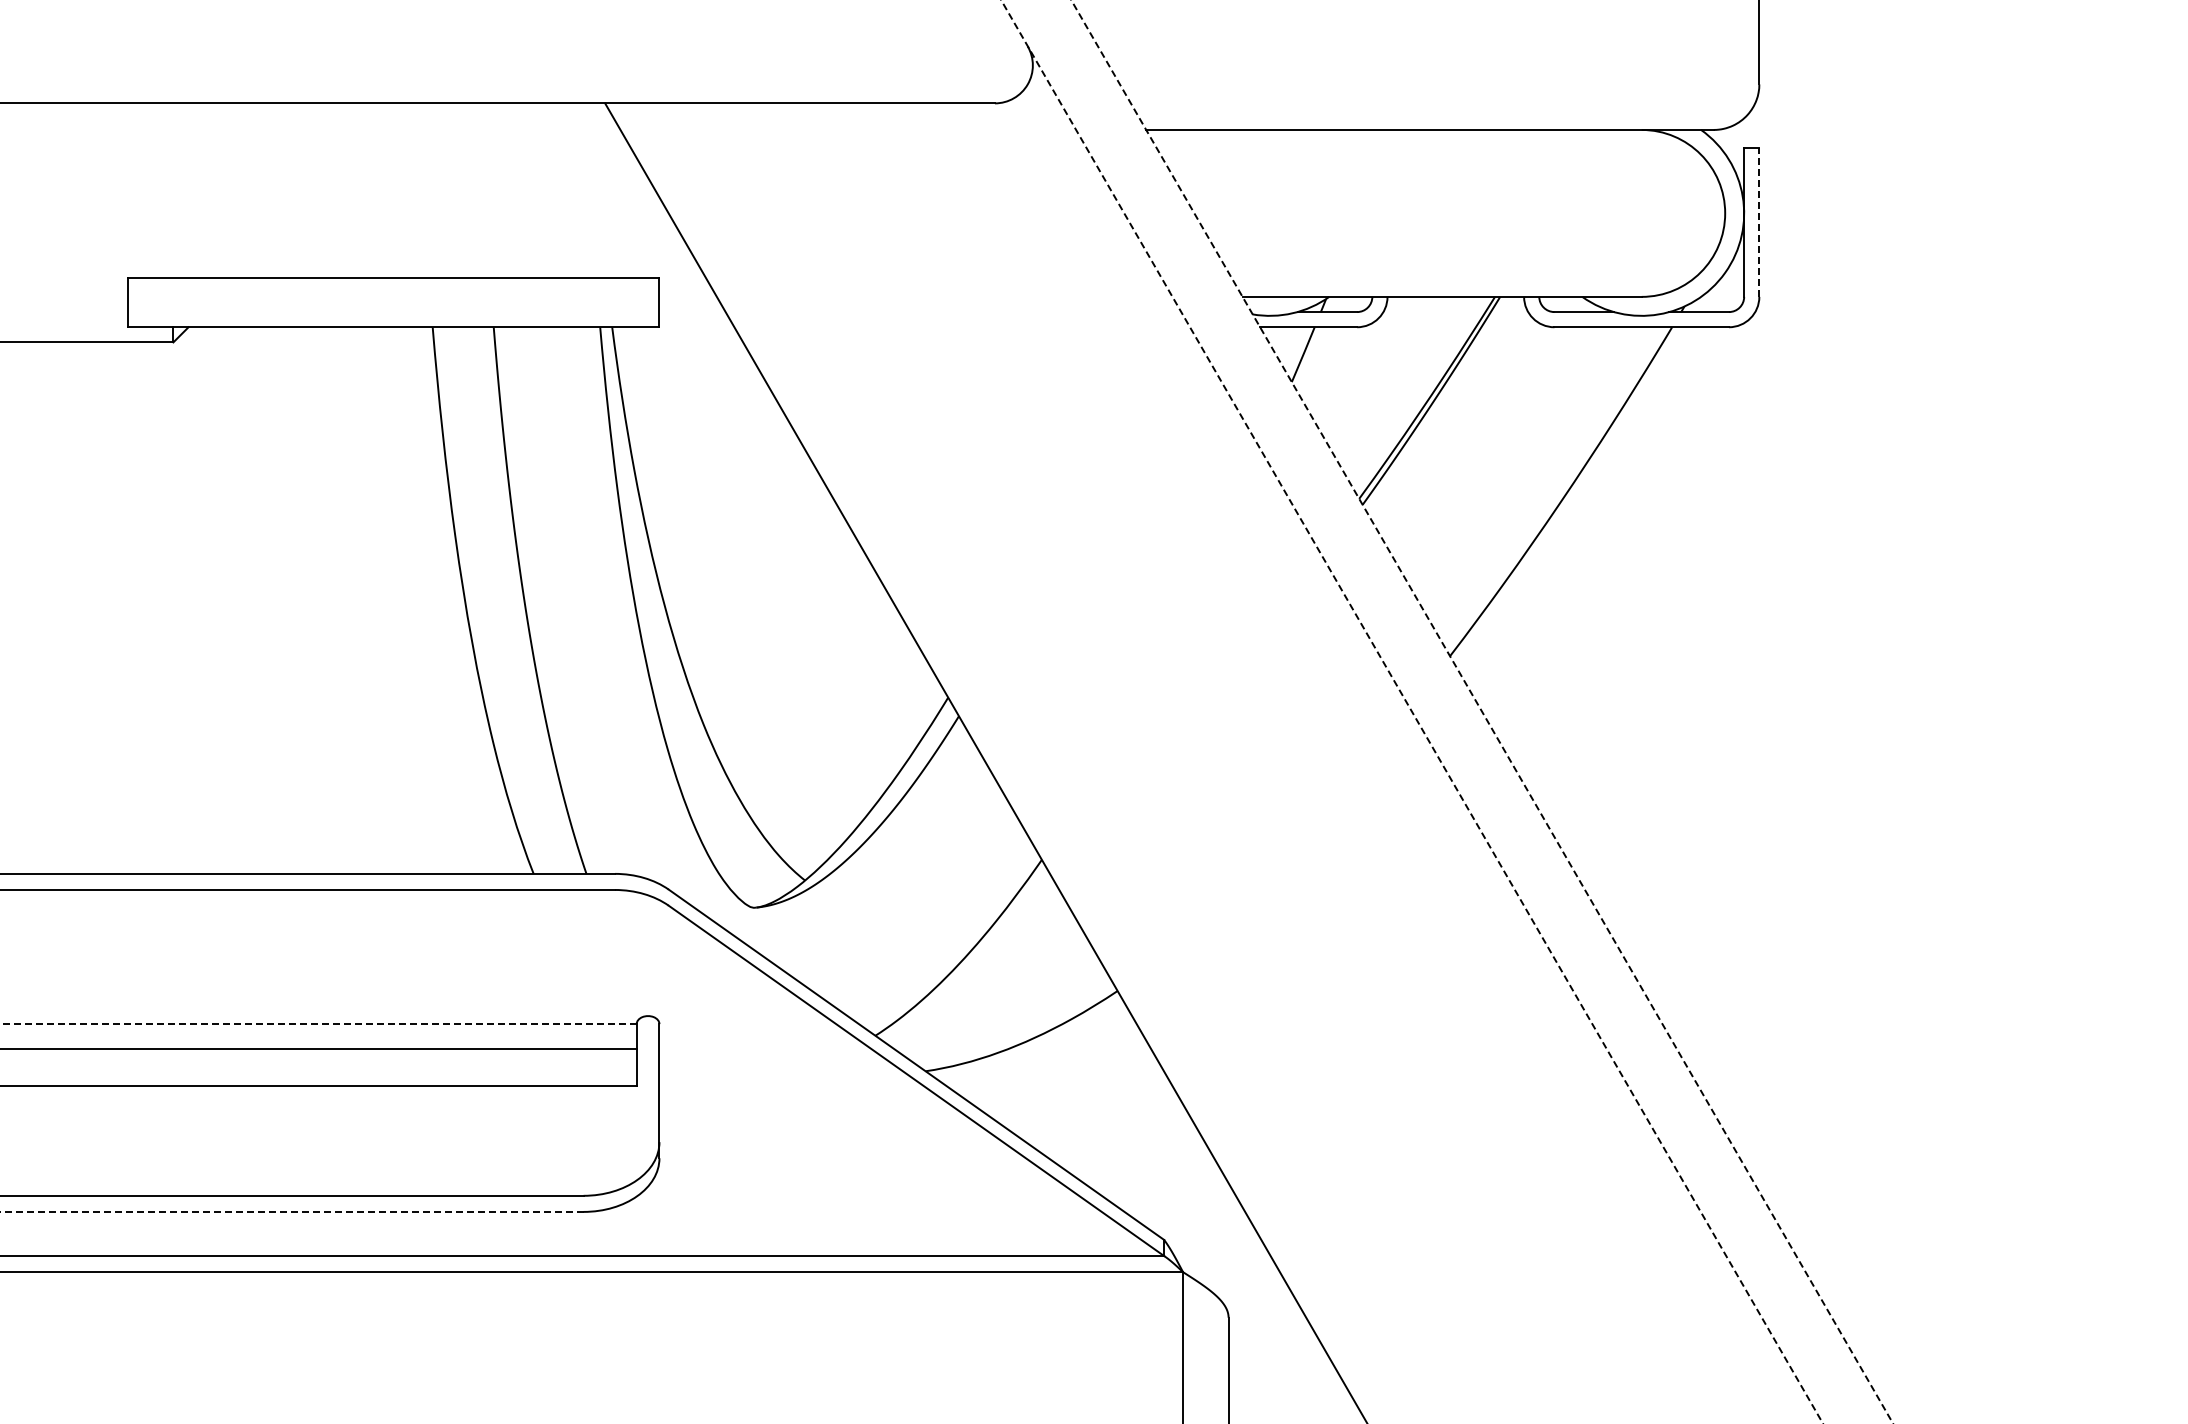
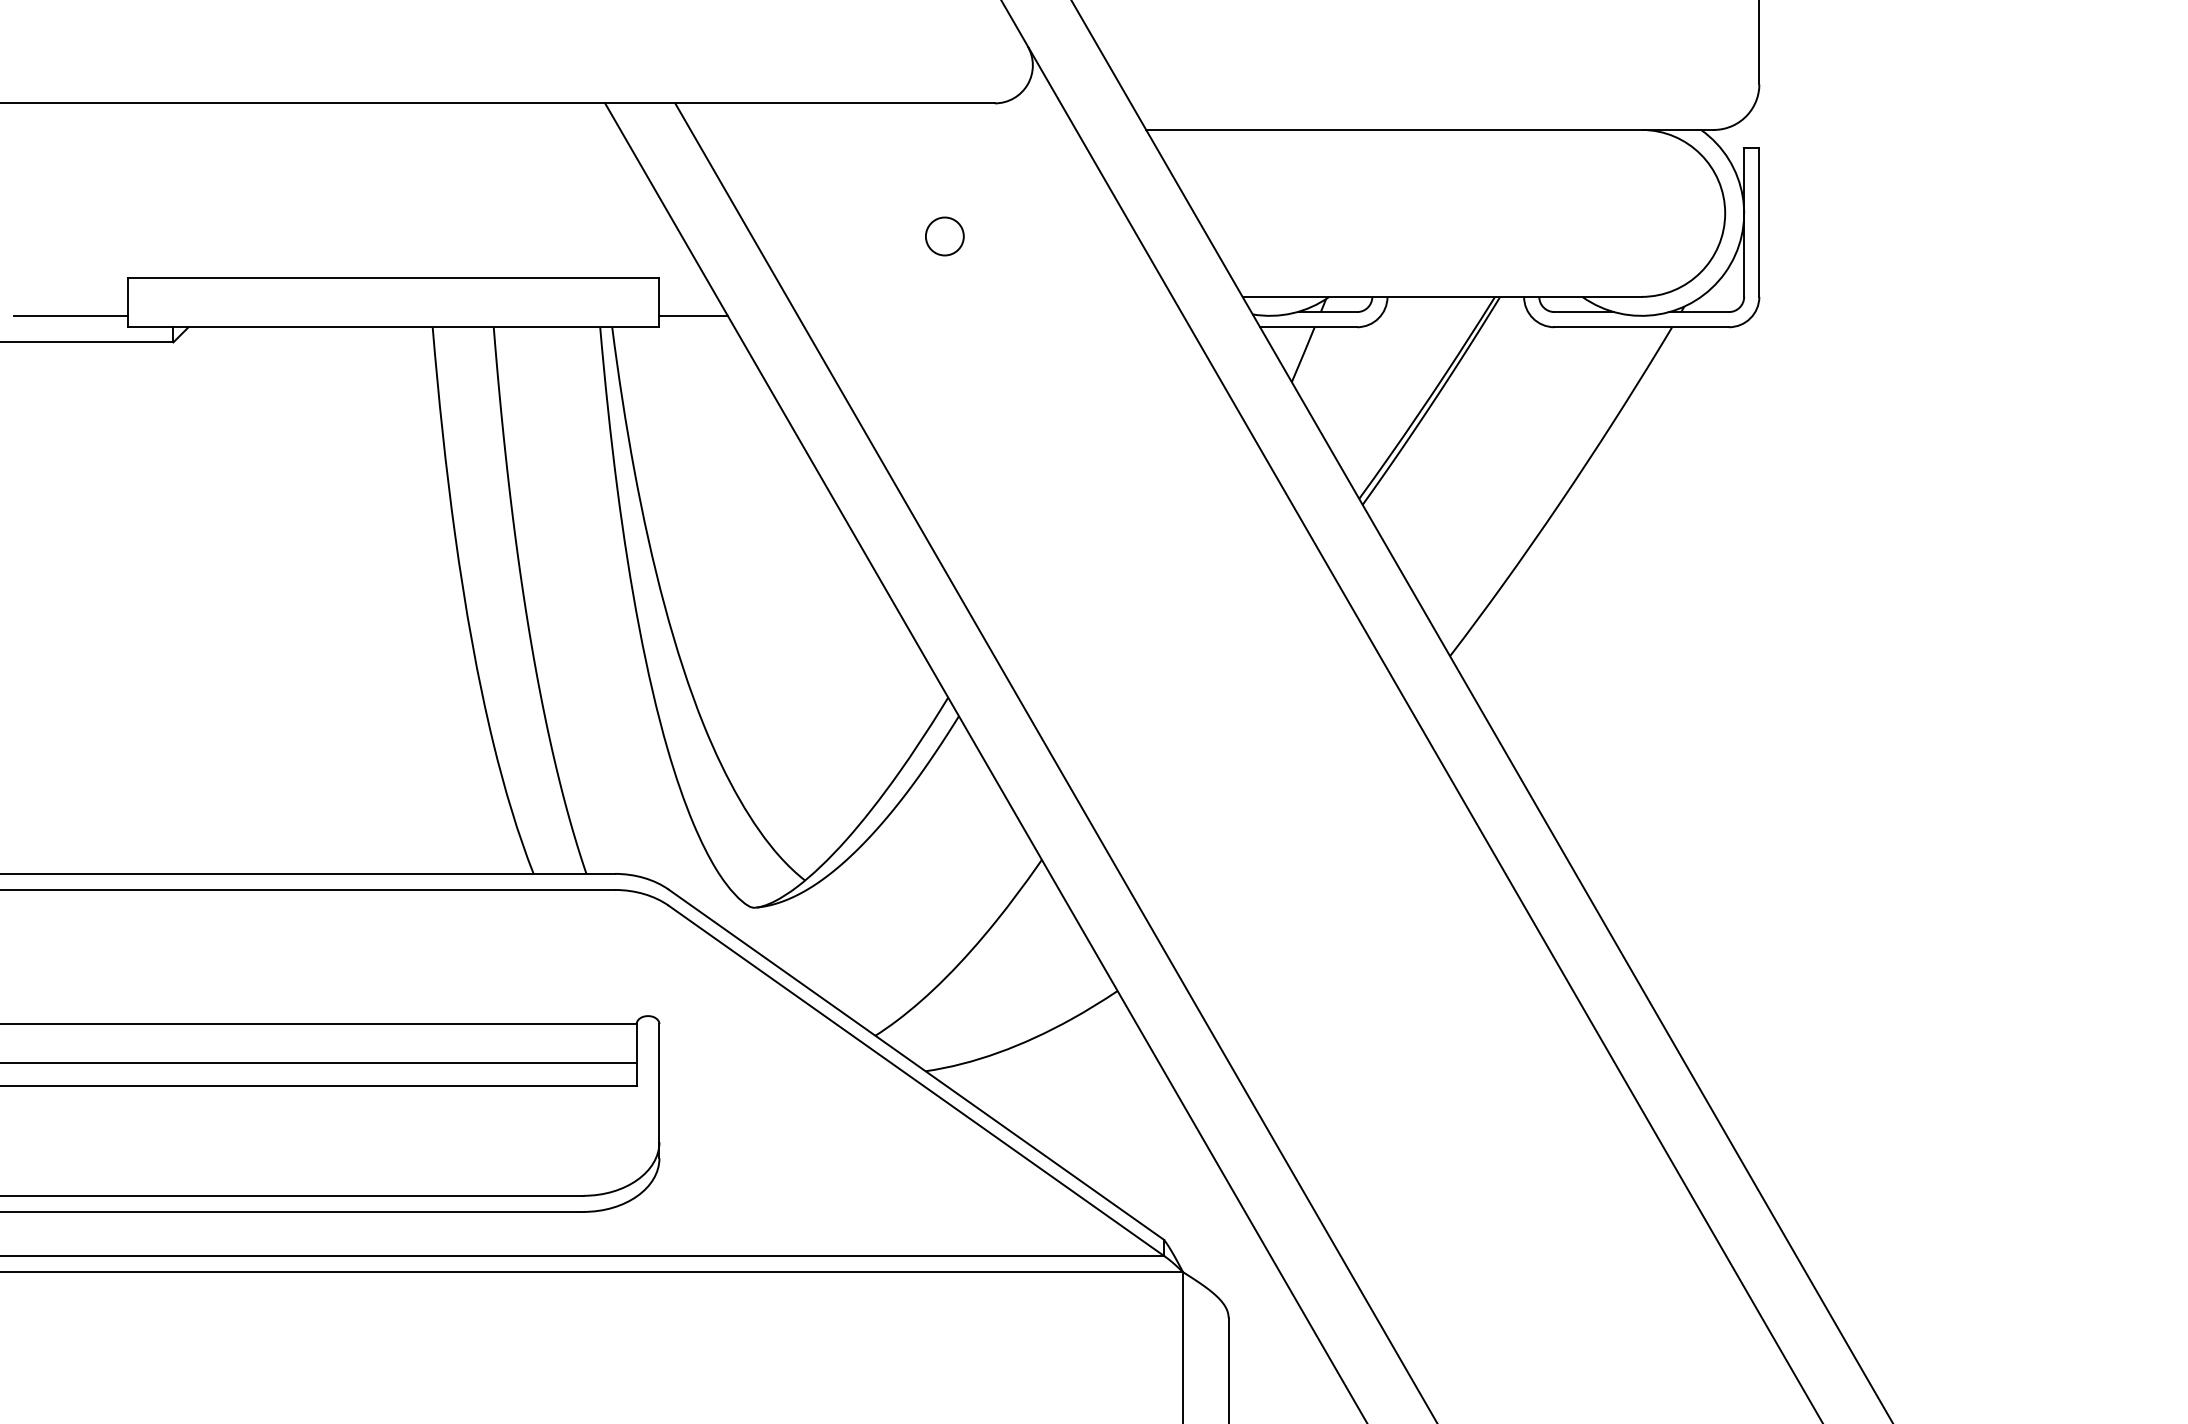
line at (1759, 222): dashed -> solid
circle at (944, 236): none -> present
line at (70, 315): none -> present
line at (693, 315): none -> present
line at (1412, 711): dashed -> solid
line at (1482, 711): dashed -> solid
line at (1055, 761): none -> present
line at (318, 1024): dashed -> solid
line at (319, 1048) position: (319, 1048) -> (319, 1062)
line at (291, 1211): dashed -> solid
